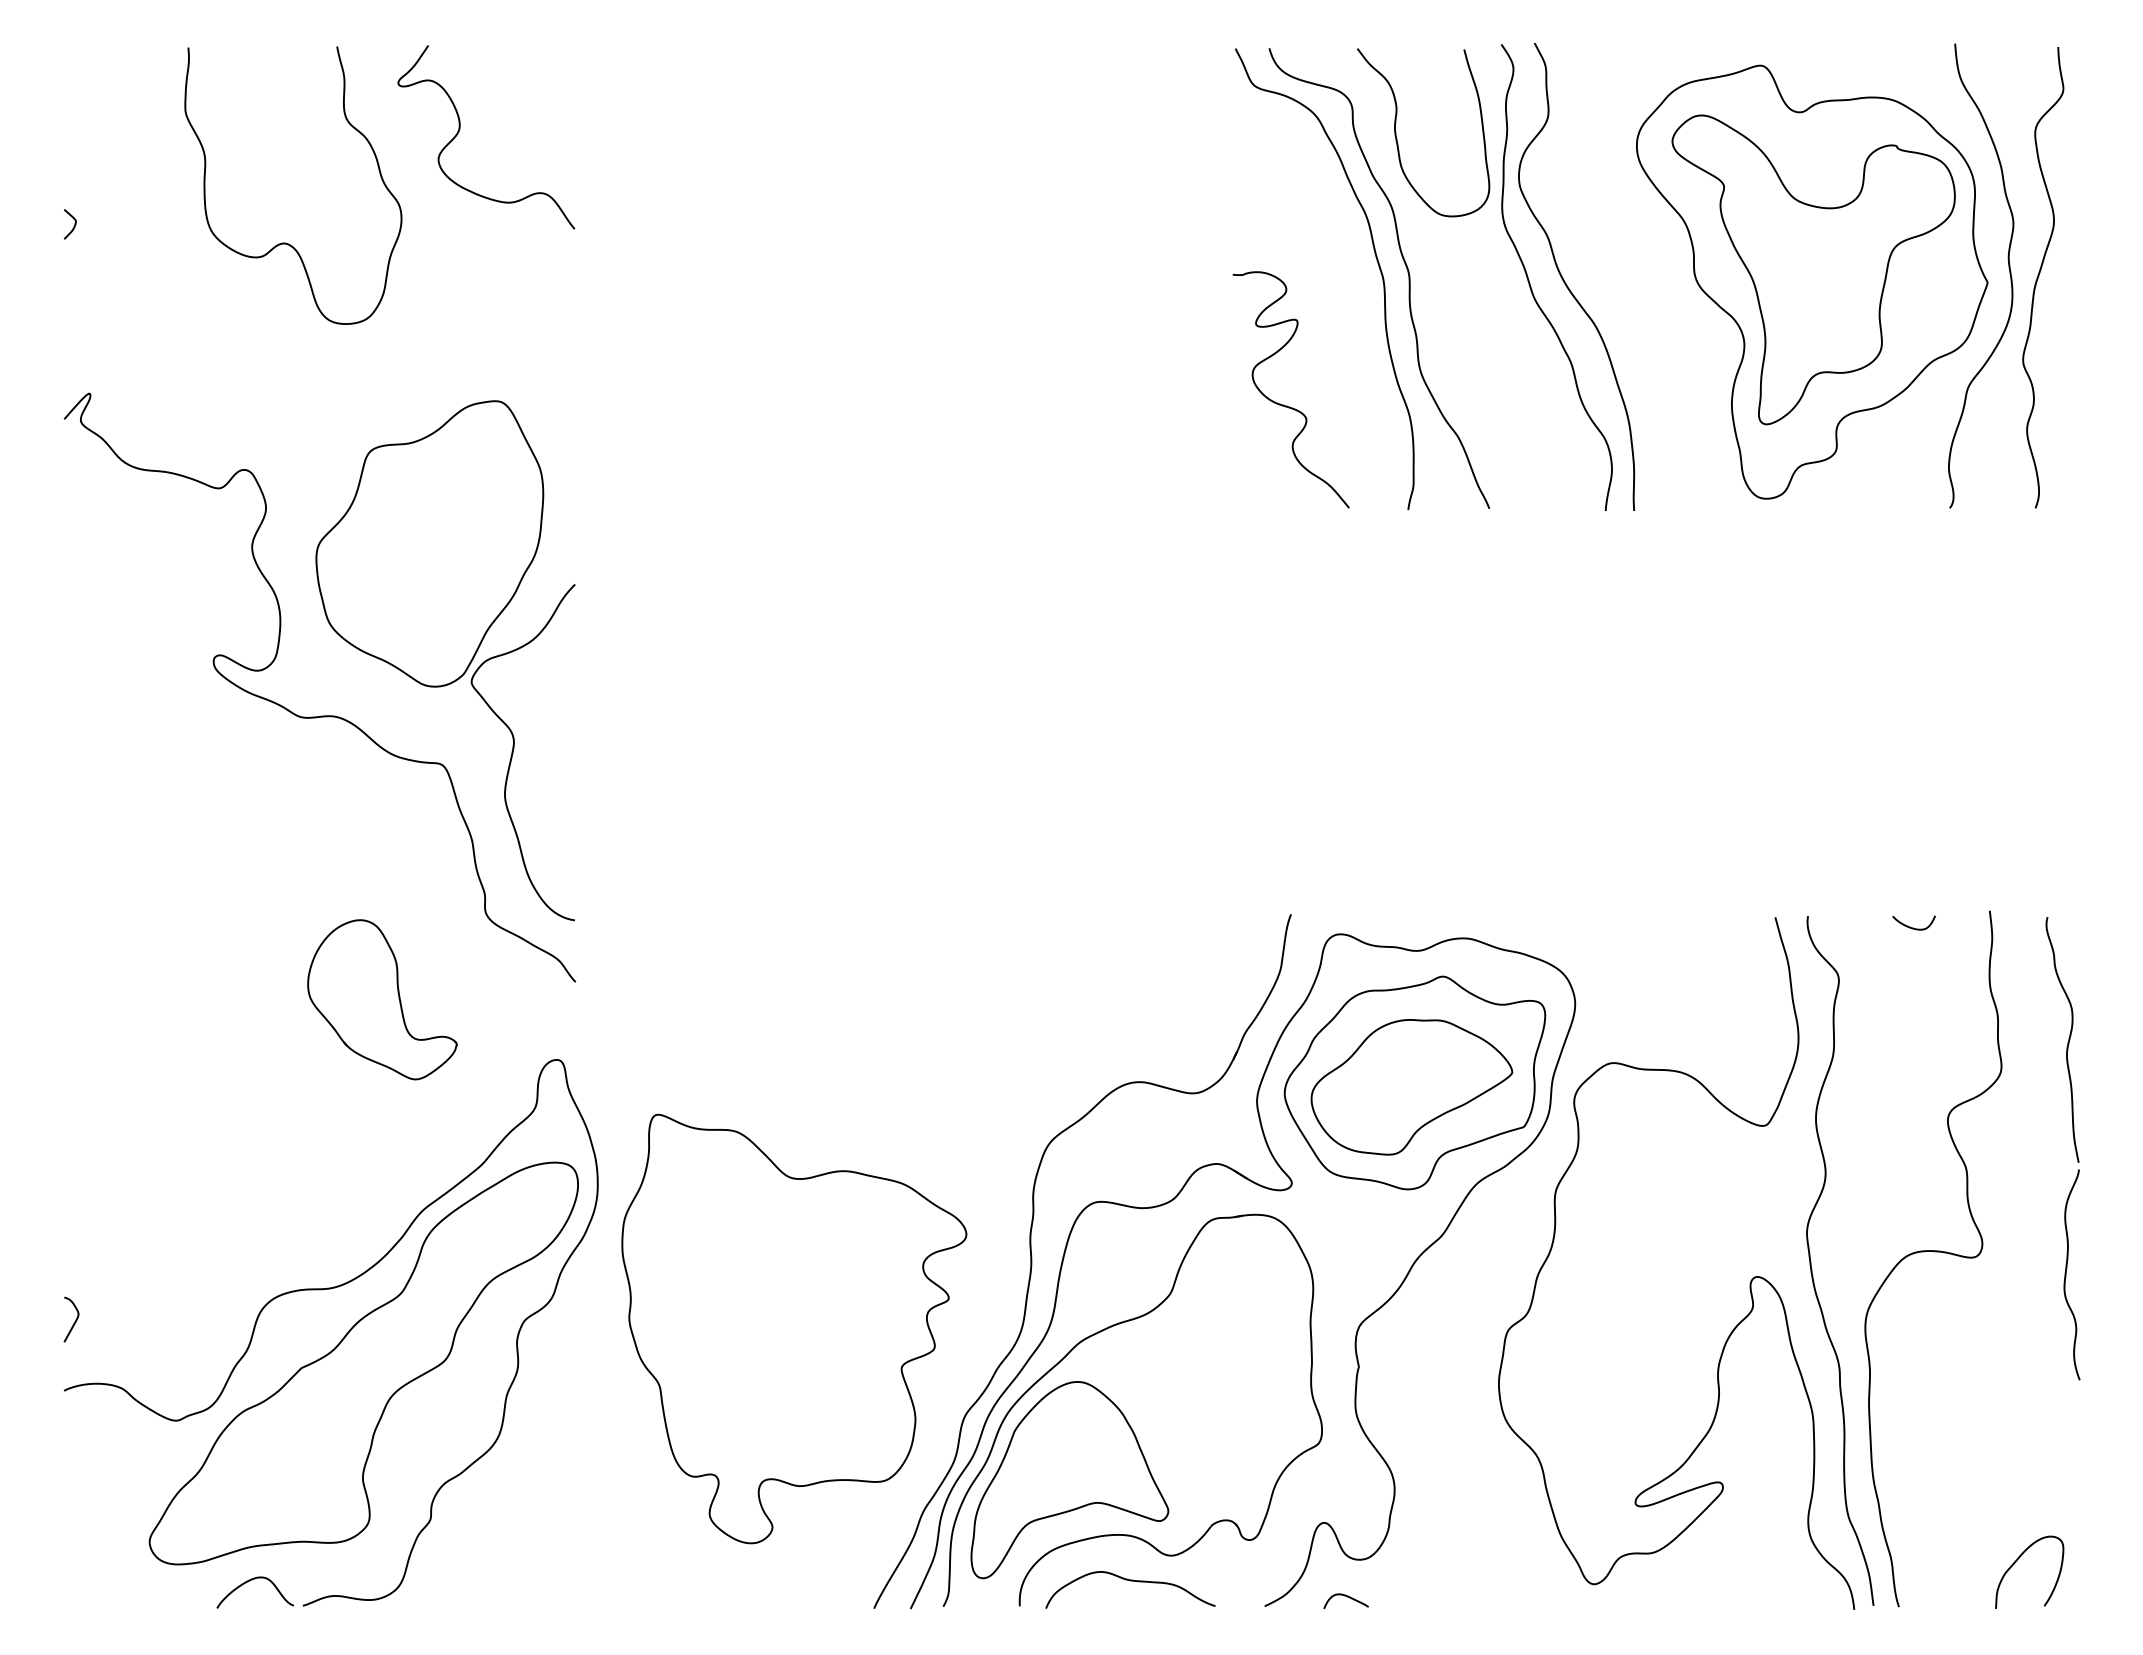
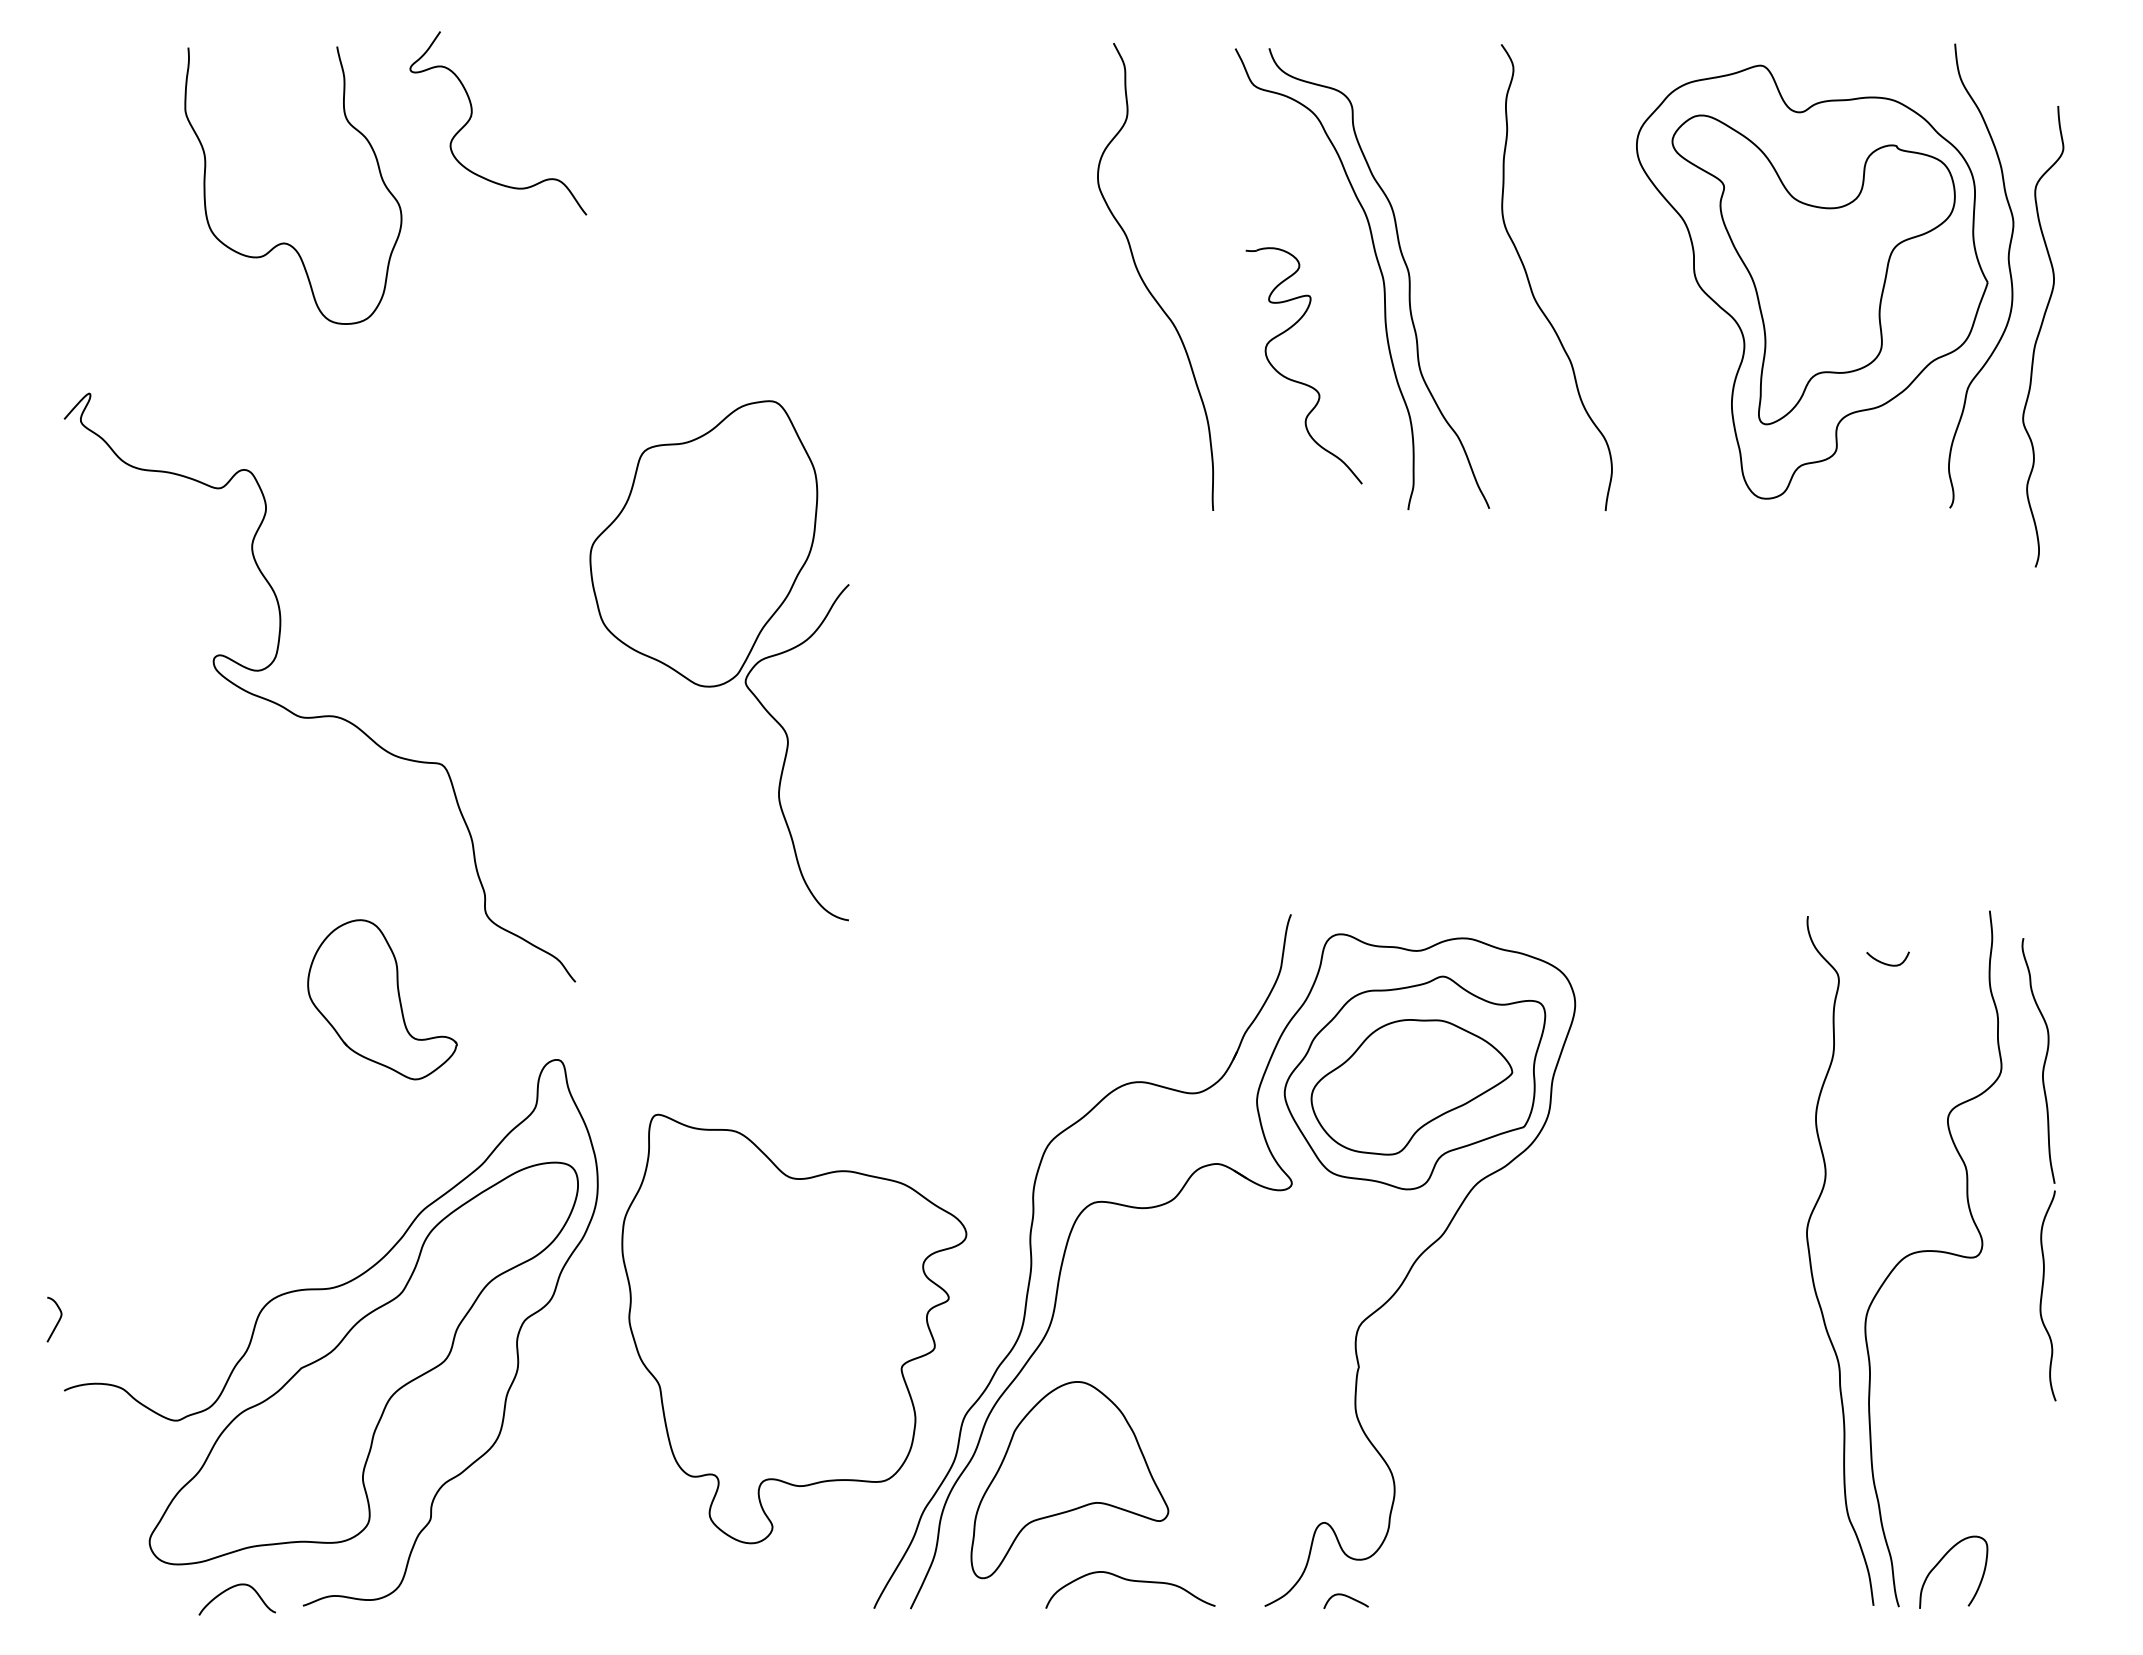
curve at (460, 129) position: (460, 129) -> (472, 115)
curve at (1397, 138): present -> none
curve at (73, 226): present -> none
curve at (2039, 276) position: (2039, 276) -> (2039, 335)
curve at (1565, 281) position: (1565, 281) -> (1144, 281)
part at (1286, 405) position: (1286, 405) -> (1299, 381)
part at (445, 660) position: (445, 660) -> (719, 660)
curve at (1910, 926) position: (1910, 926) -> (1884, 962)
part at (2074, 1147) position: (2074, 1147) -> (2050, 1168)
curve at (1749, 1283): present -> none
curve at (74, 1321) position: (74, 1321) -> (57, 1321)
part at (1094, 1335): present -> none
curve at (2016, 1562) position: (2016, 1562) -> (1940, 1562)
curve at (250, 1581) position: (250, 1581) -> (232, 1588)
